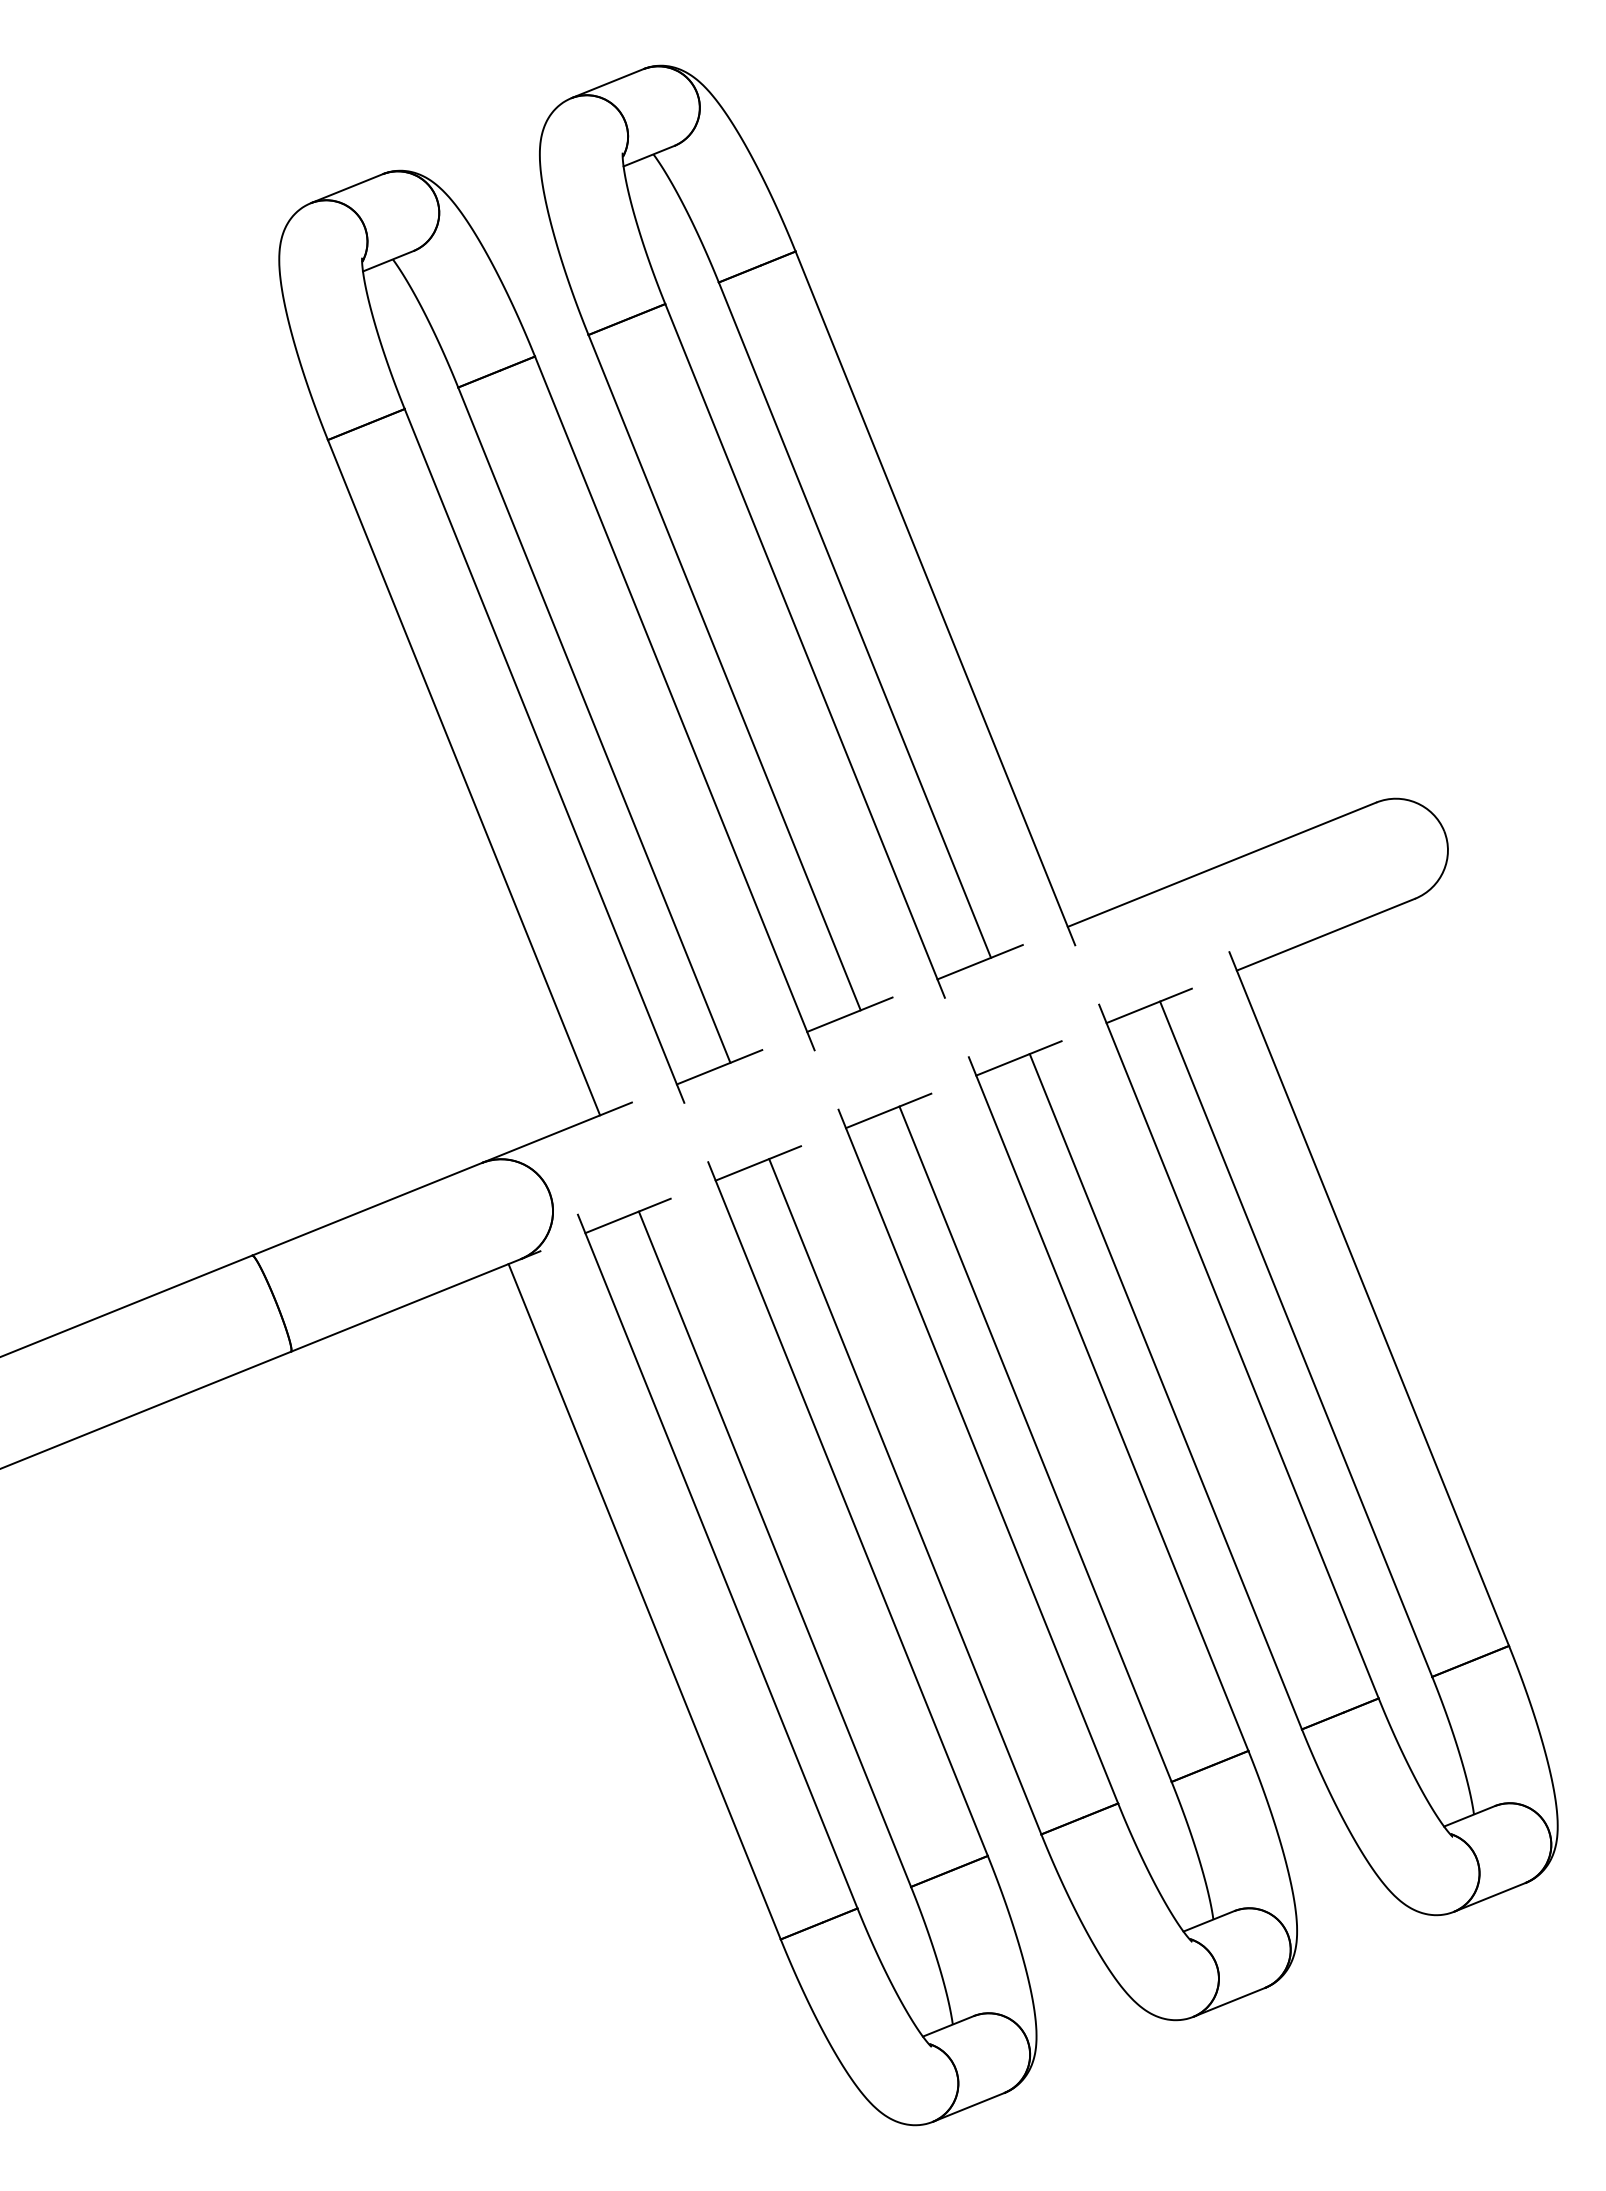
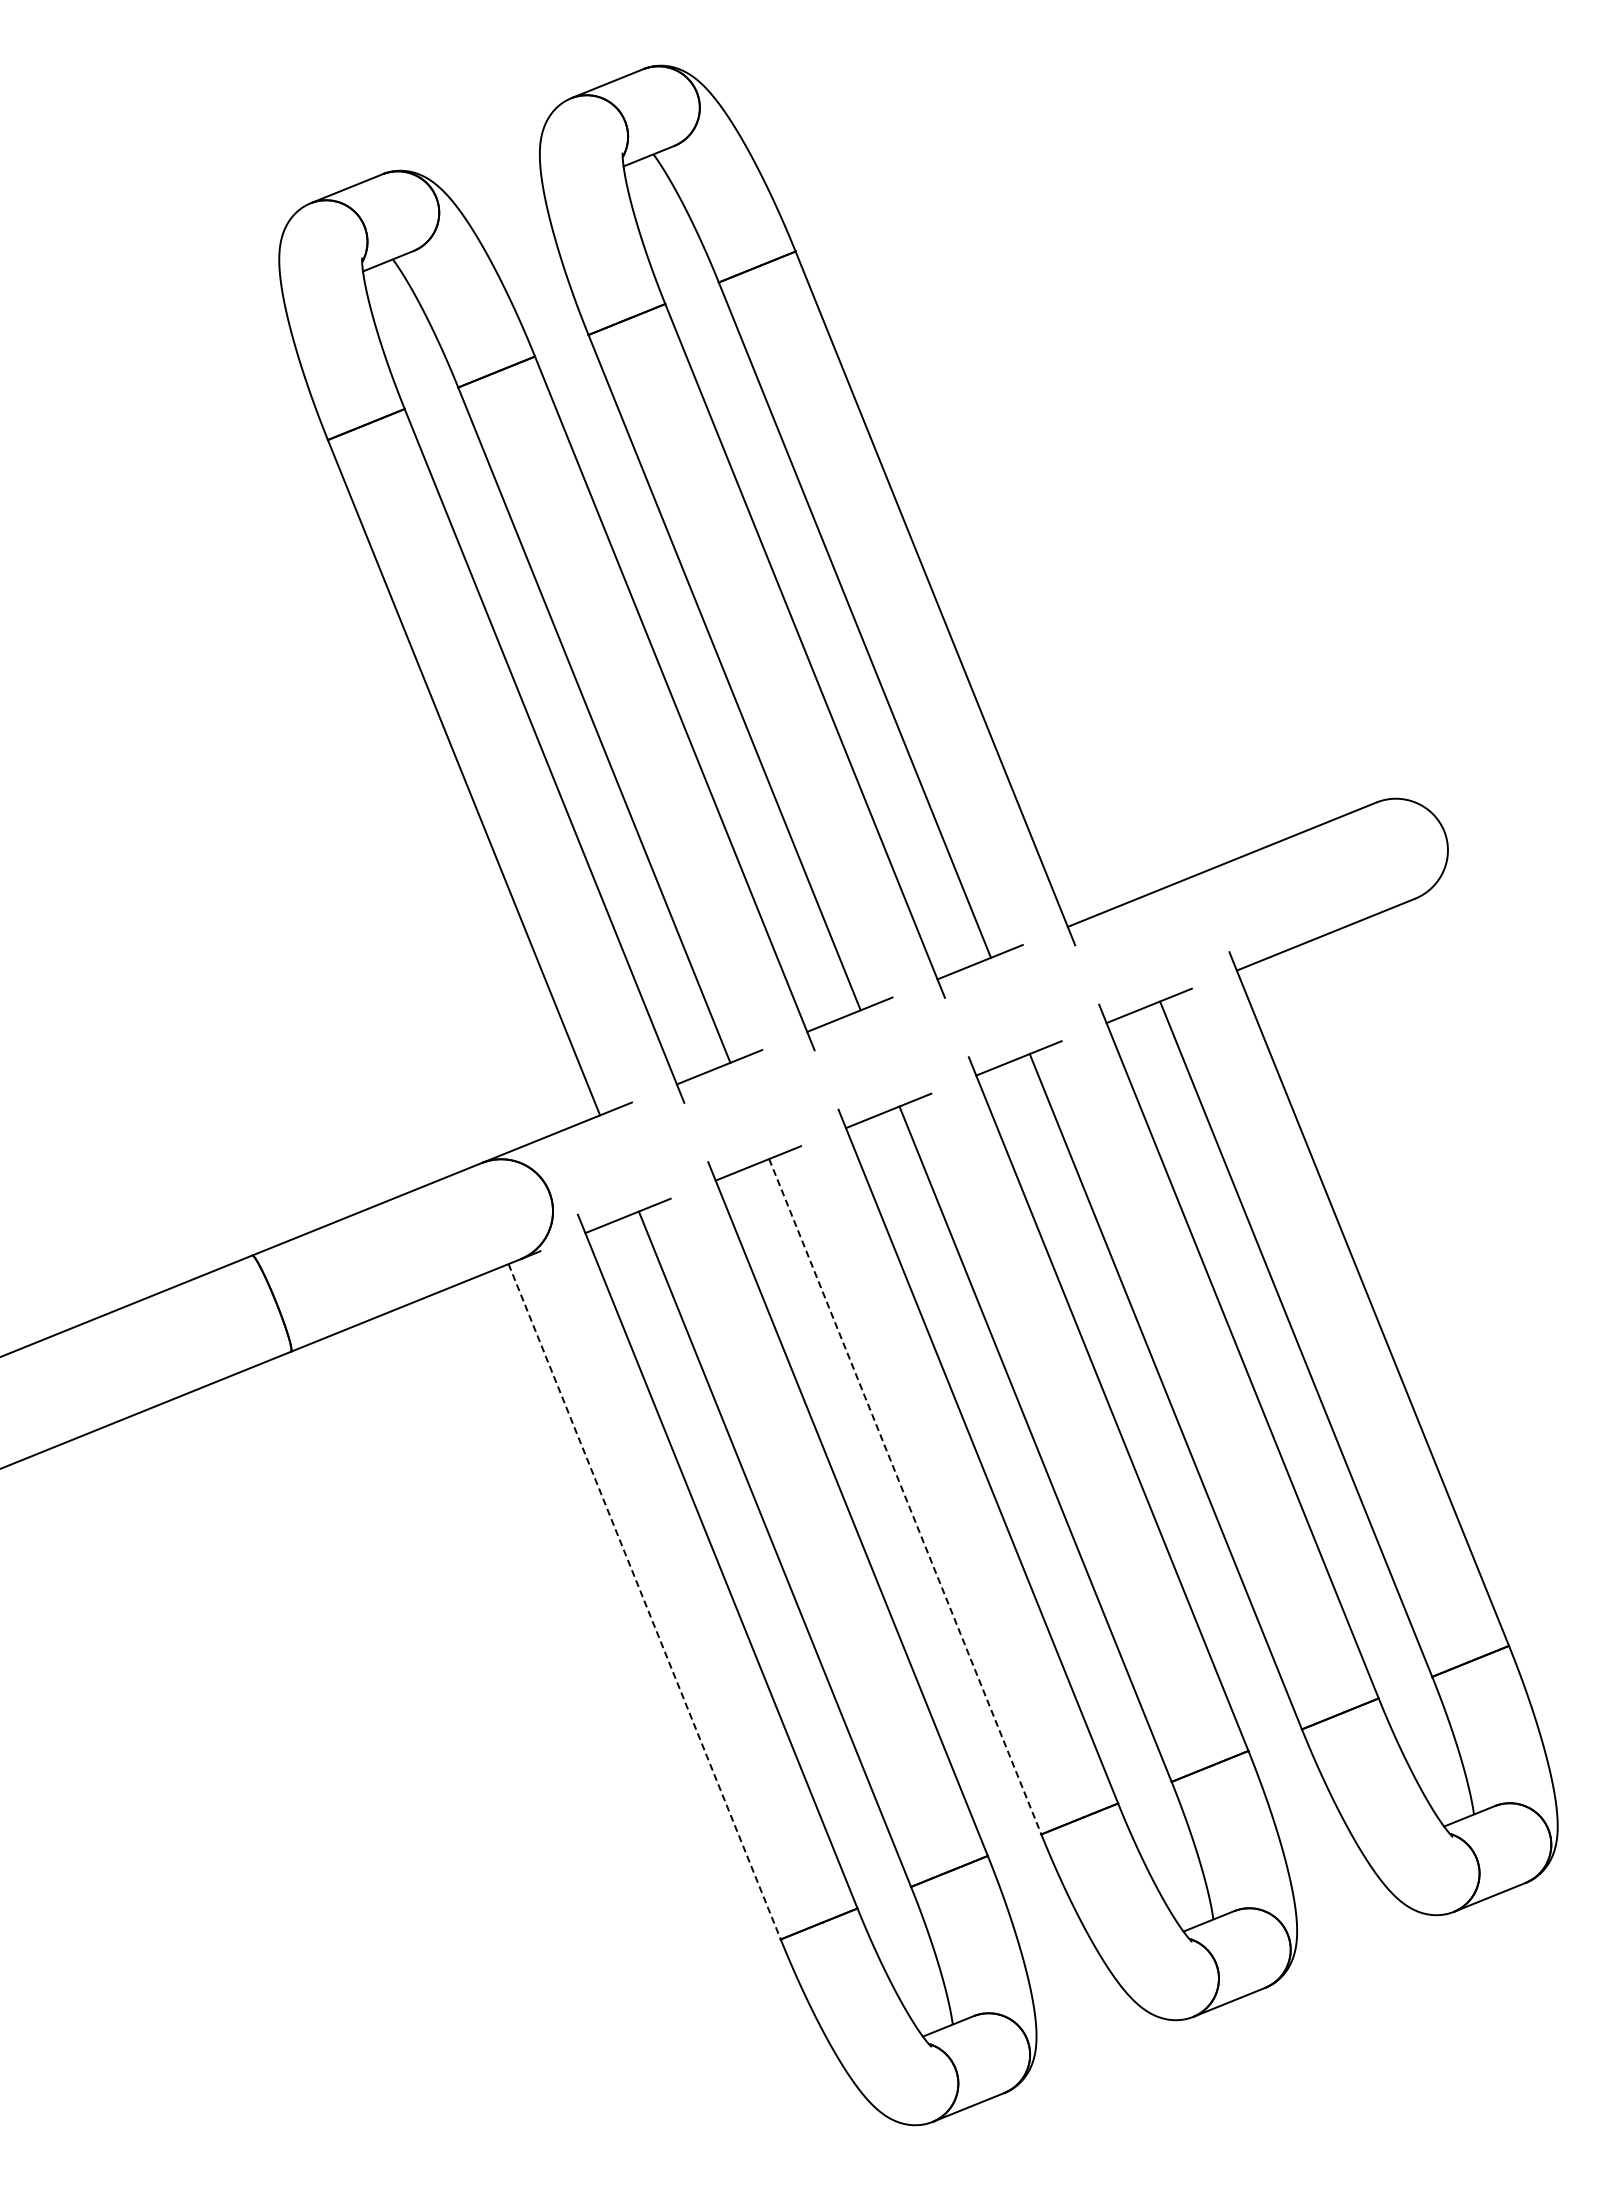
line at (905, 1497): solid -> dashed
line at (644, 1602): solid -> dashed
